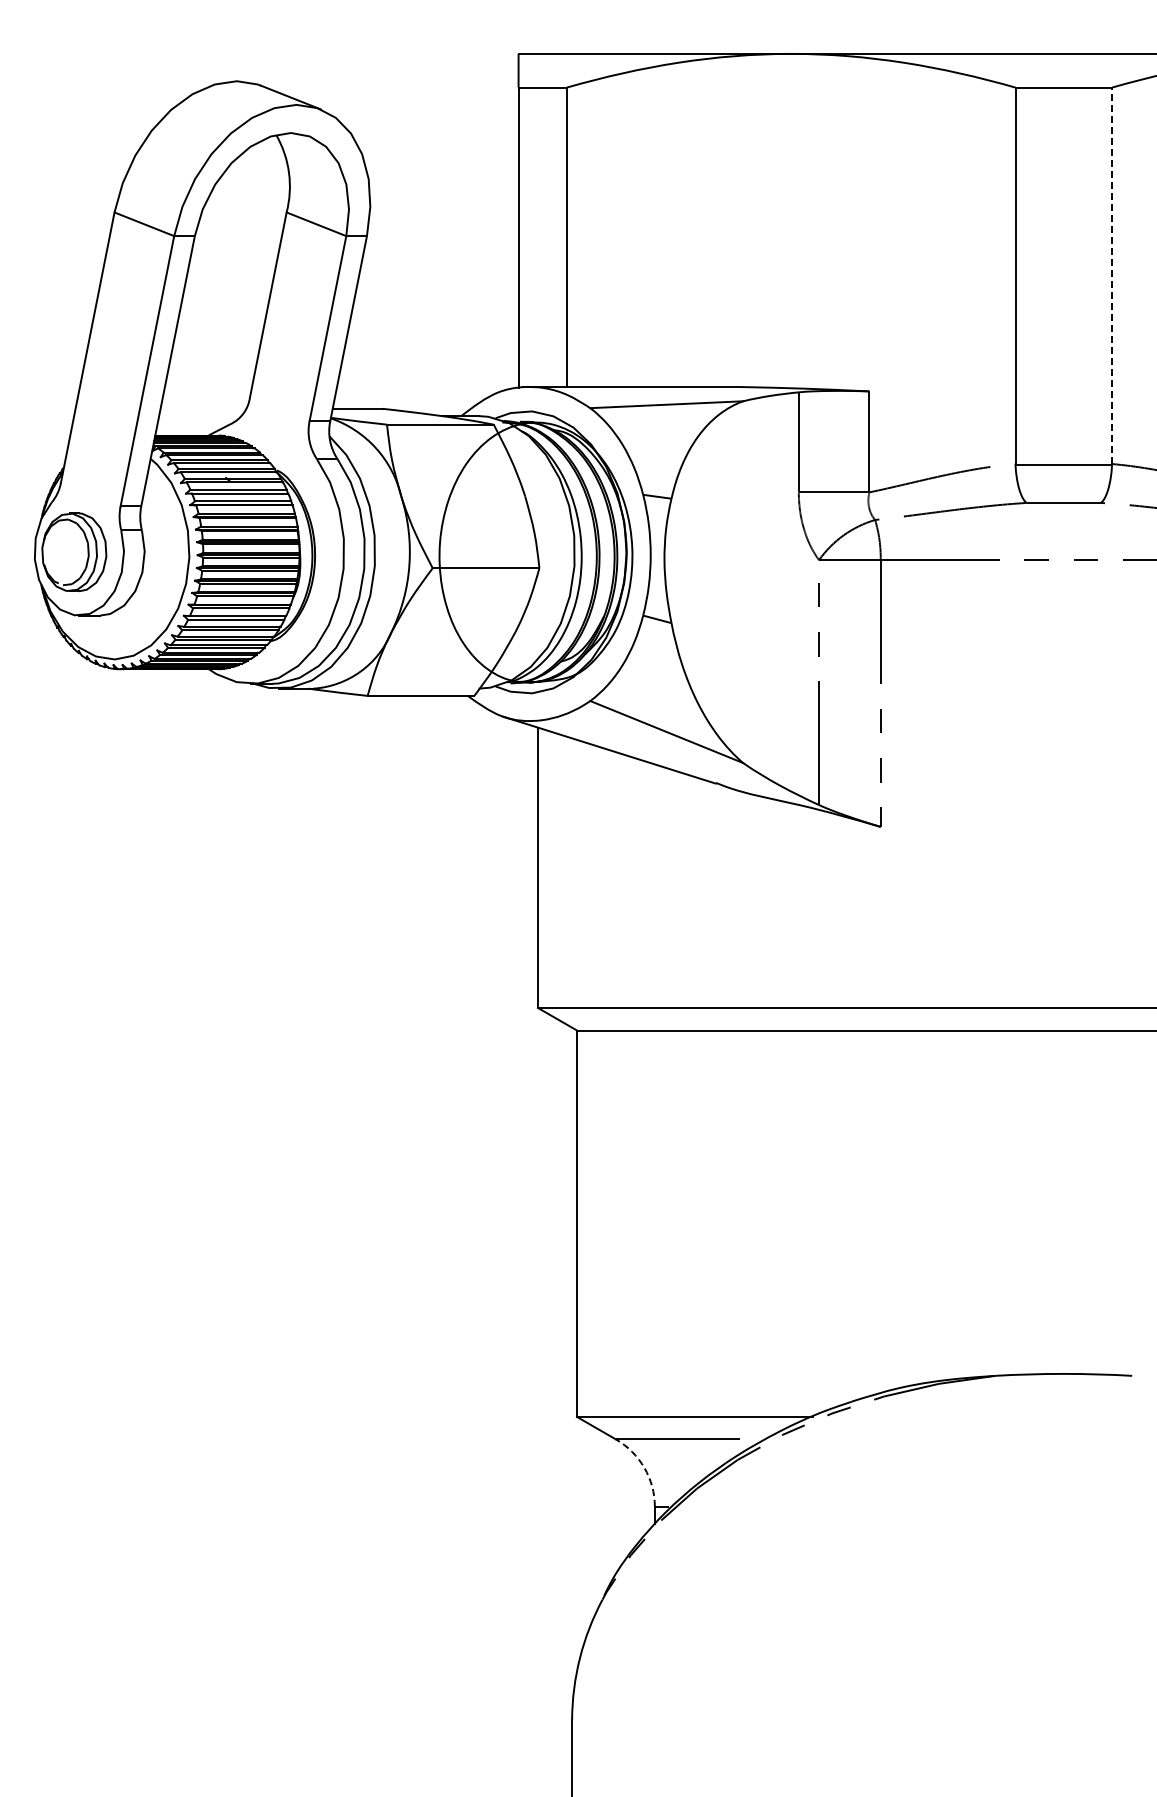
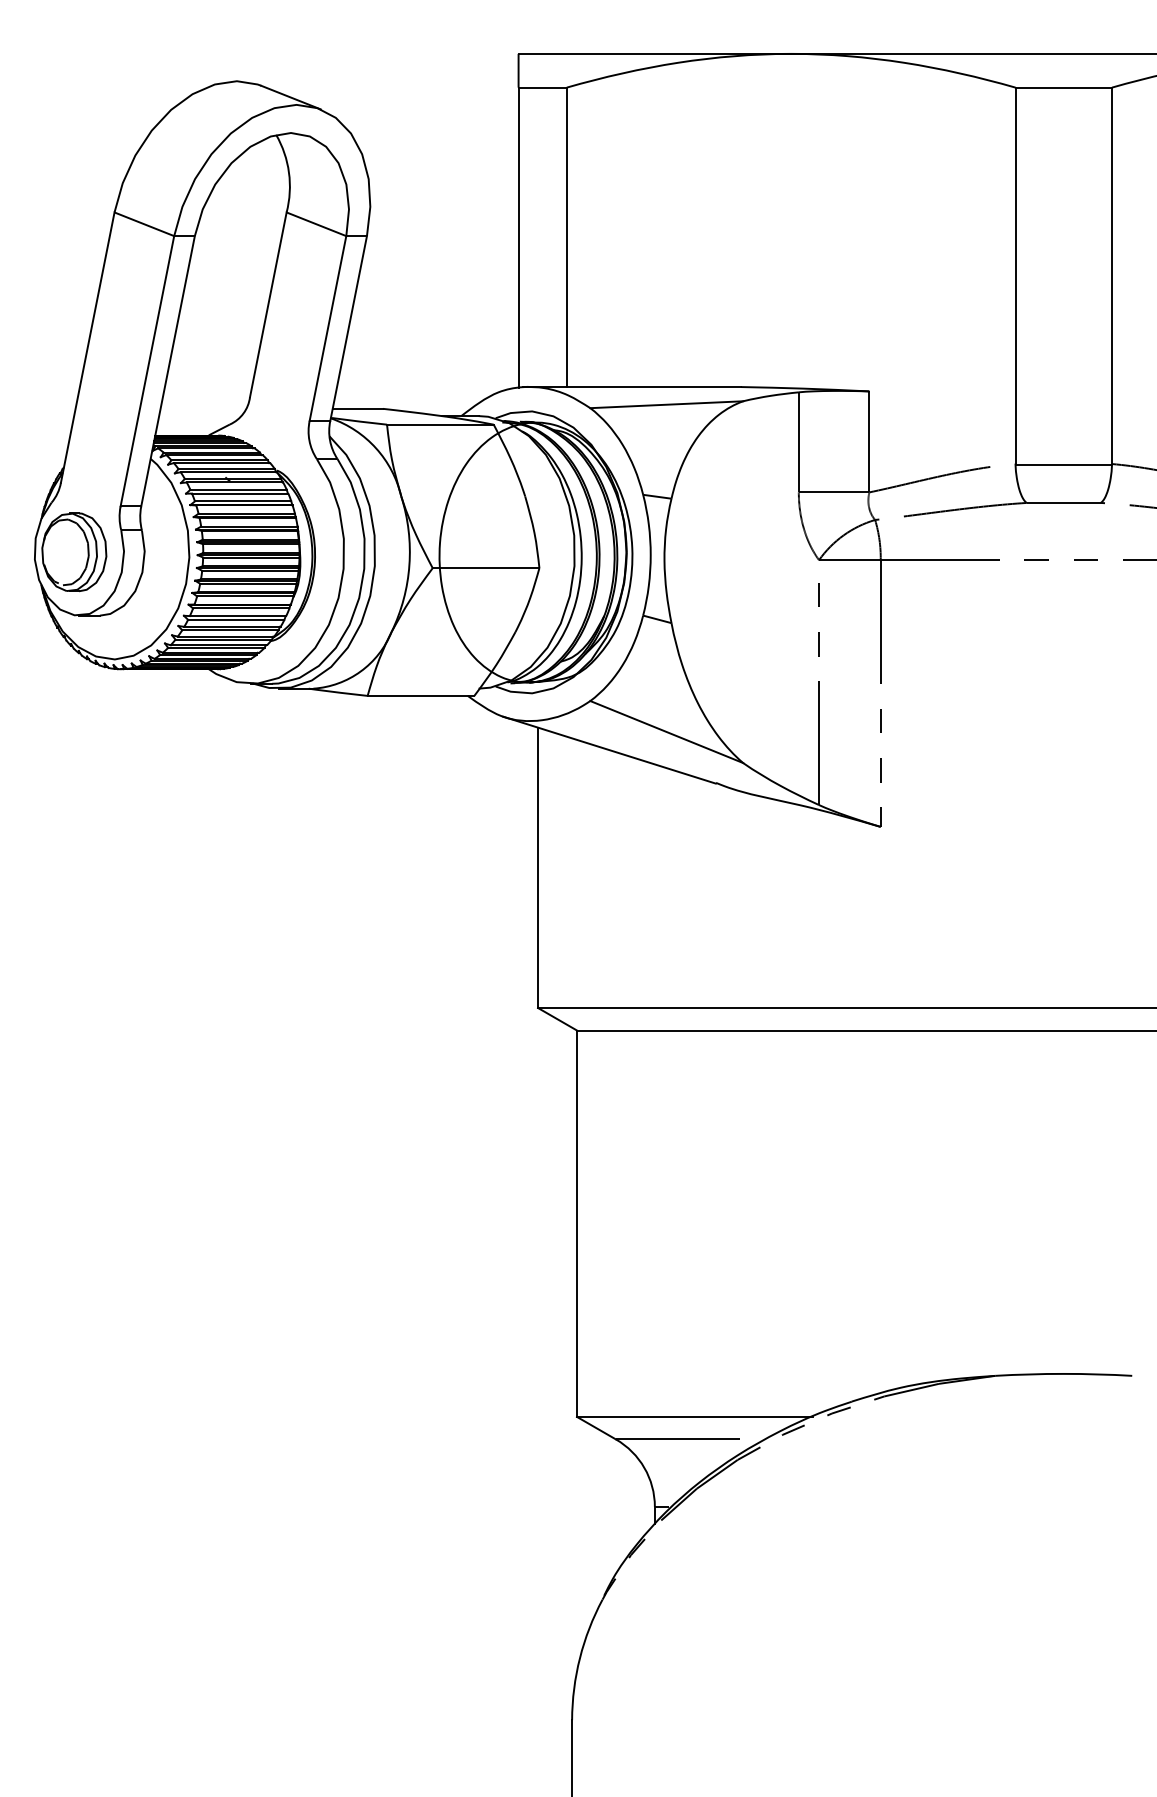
line at (1112, 275): dashed -> solid
arc at (644, 1467): dashed -> solid
